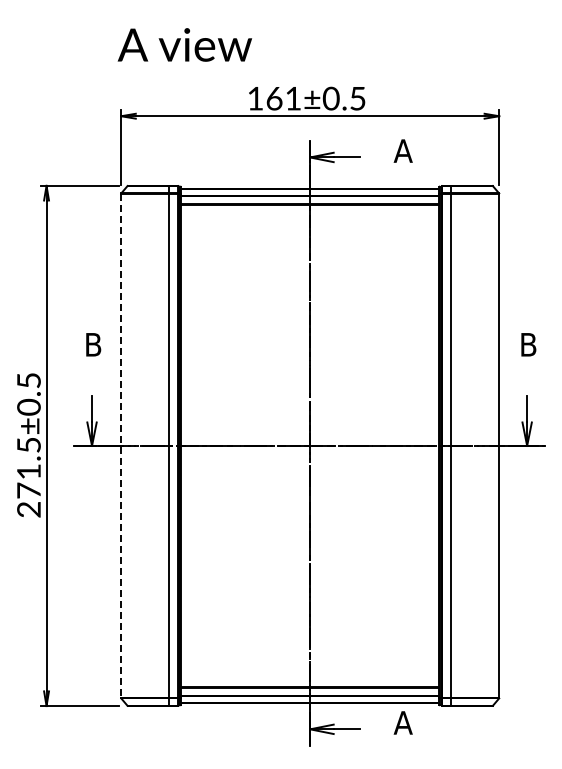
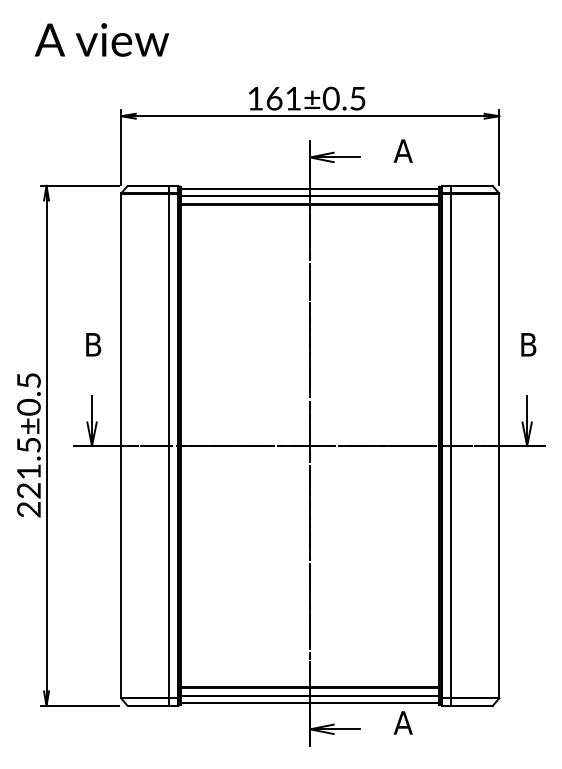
text at (184, 44) position: (184, 44) -> (101, 39)
line at (121, 446): dashed -> solid
text at (28, 490): 271.5±0.5 -> 221.5±0.5
